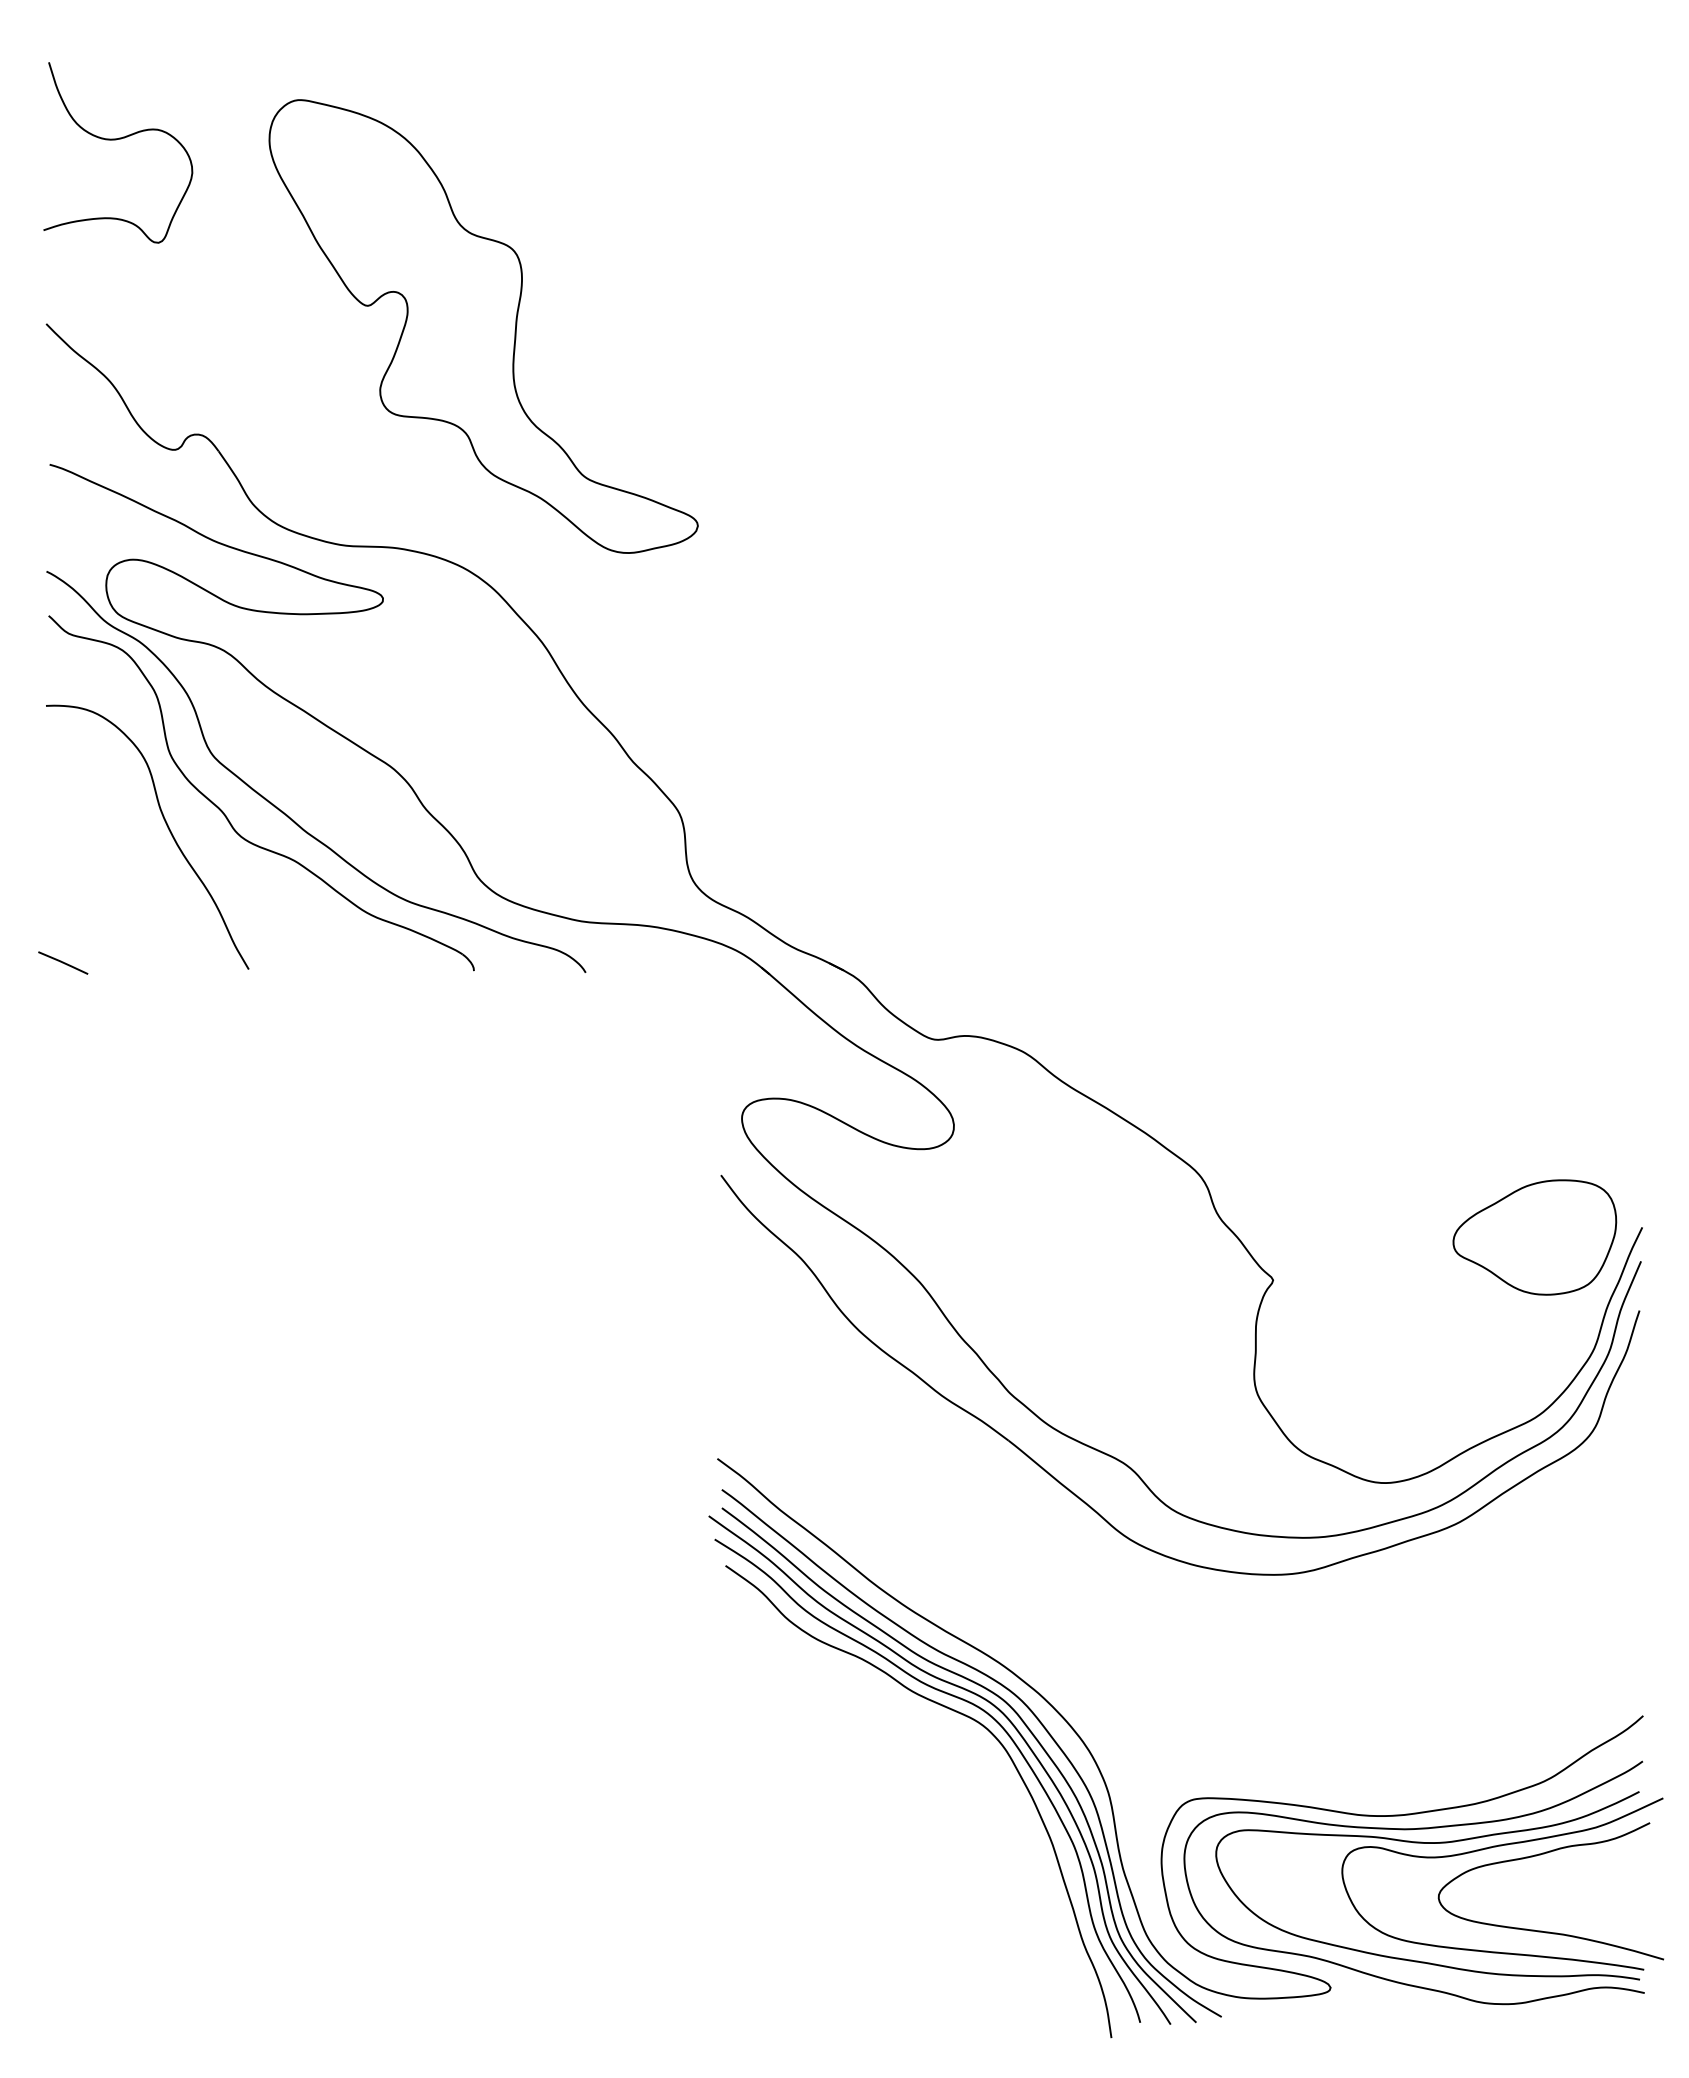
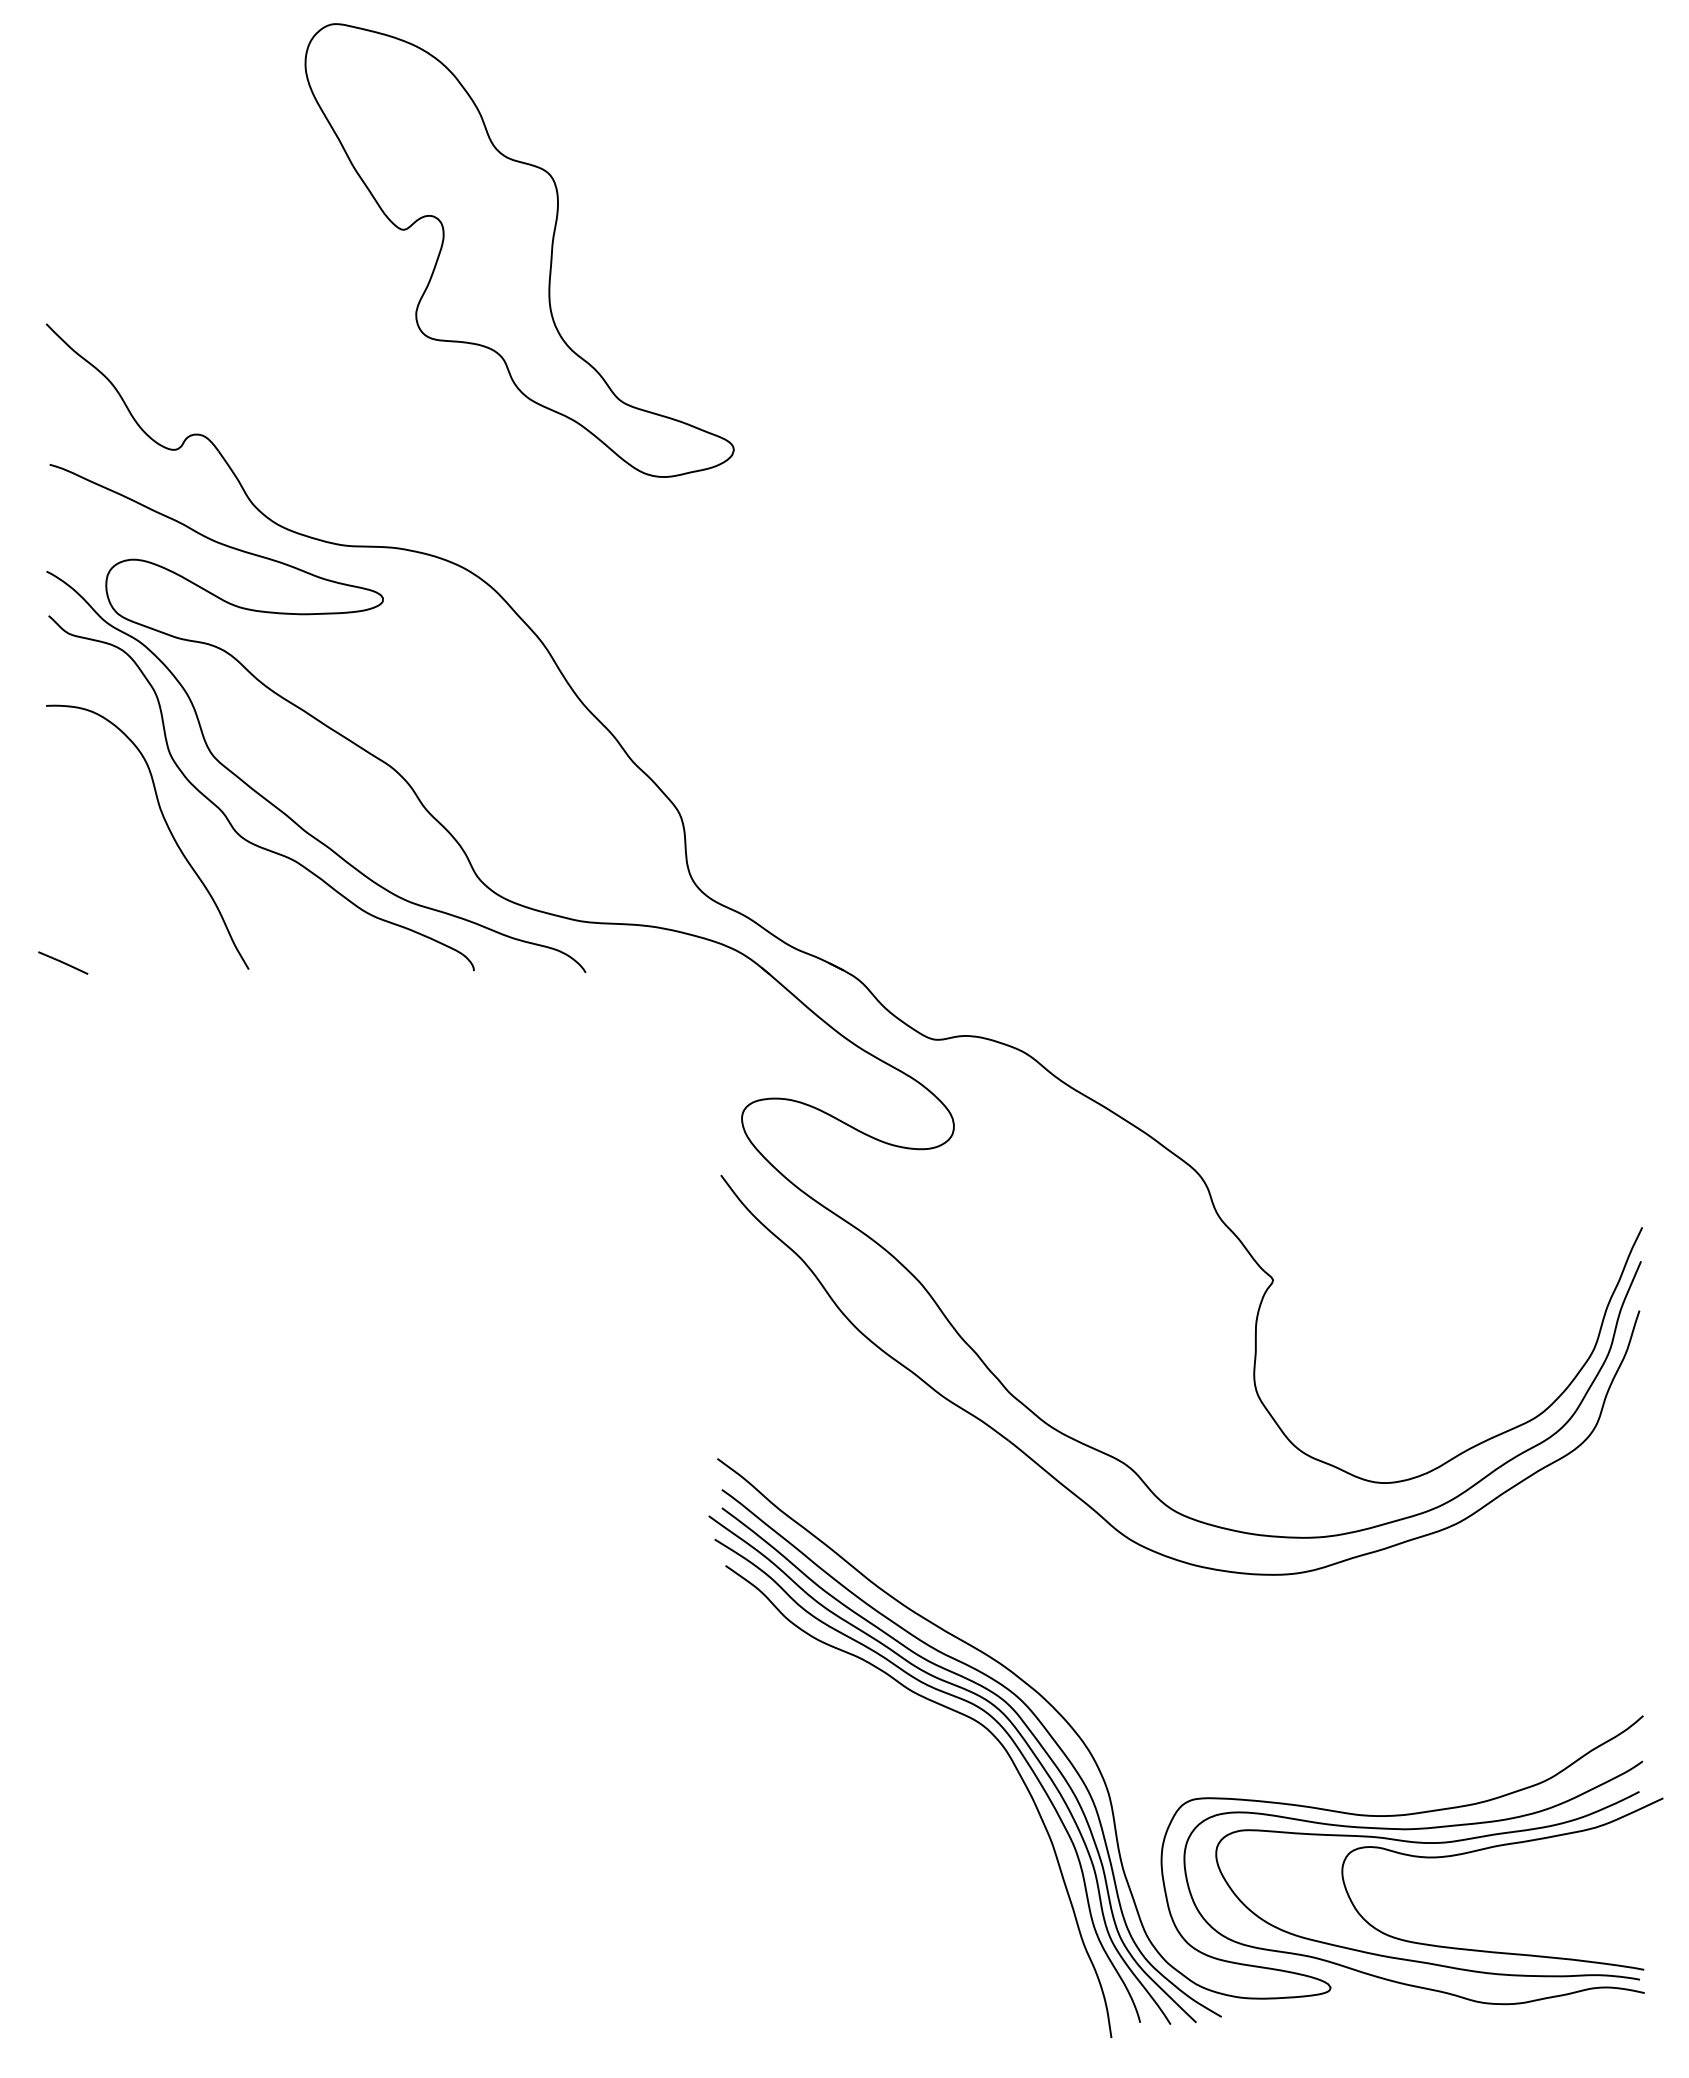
curve at (116, 140): present -> none
part at (483, 326) position: (483, 326) -> (519, 250)
part at (1534, 1237): present -> none
curve at (1540, 1855): present -> none
